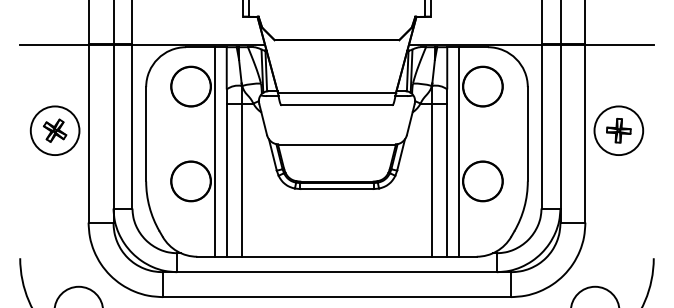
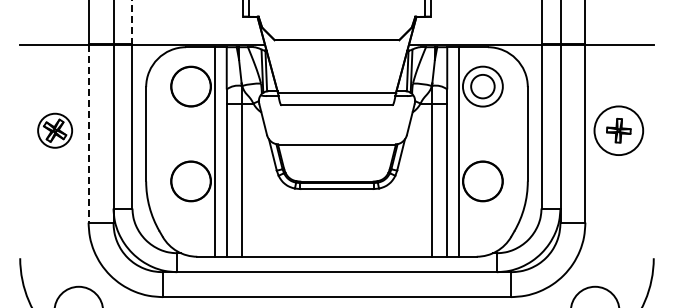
line at (132, 22): solid -> dashed
circle at (482, 86) diameter: 39 px -> 24 px
circle at (54, 130) diameter: 49 px -> 34 px
line at (88, 133): solid -> dashed
